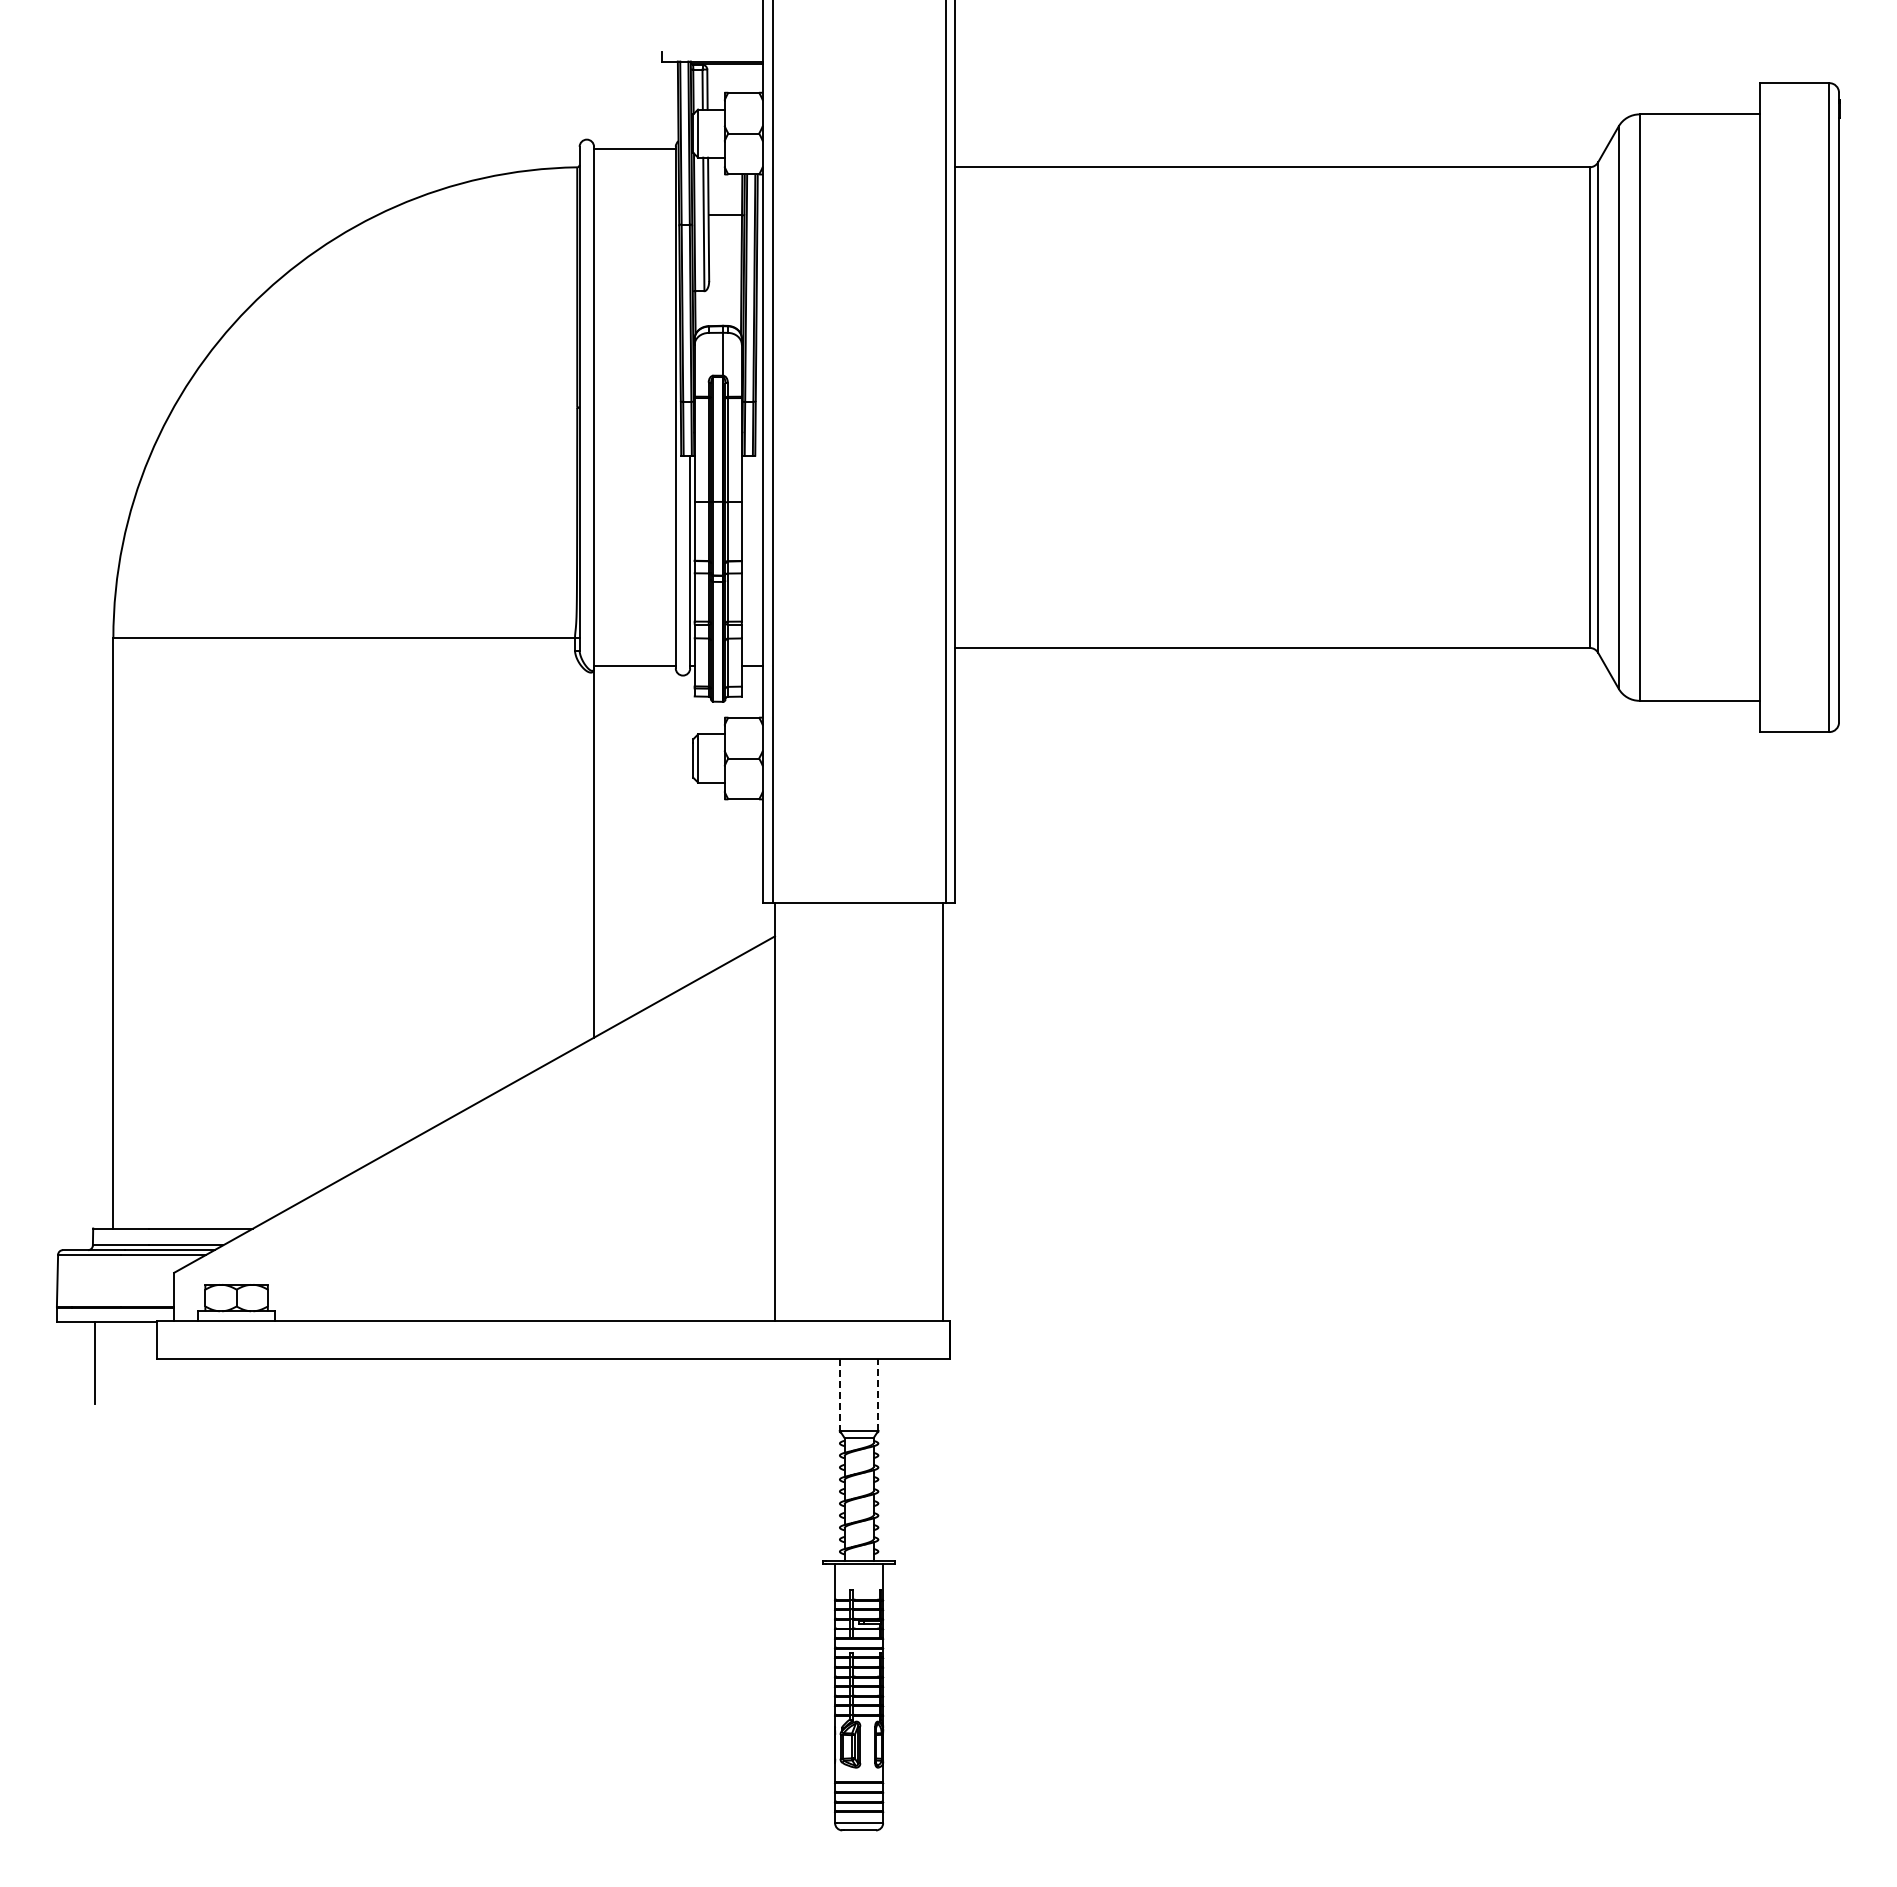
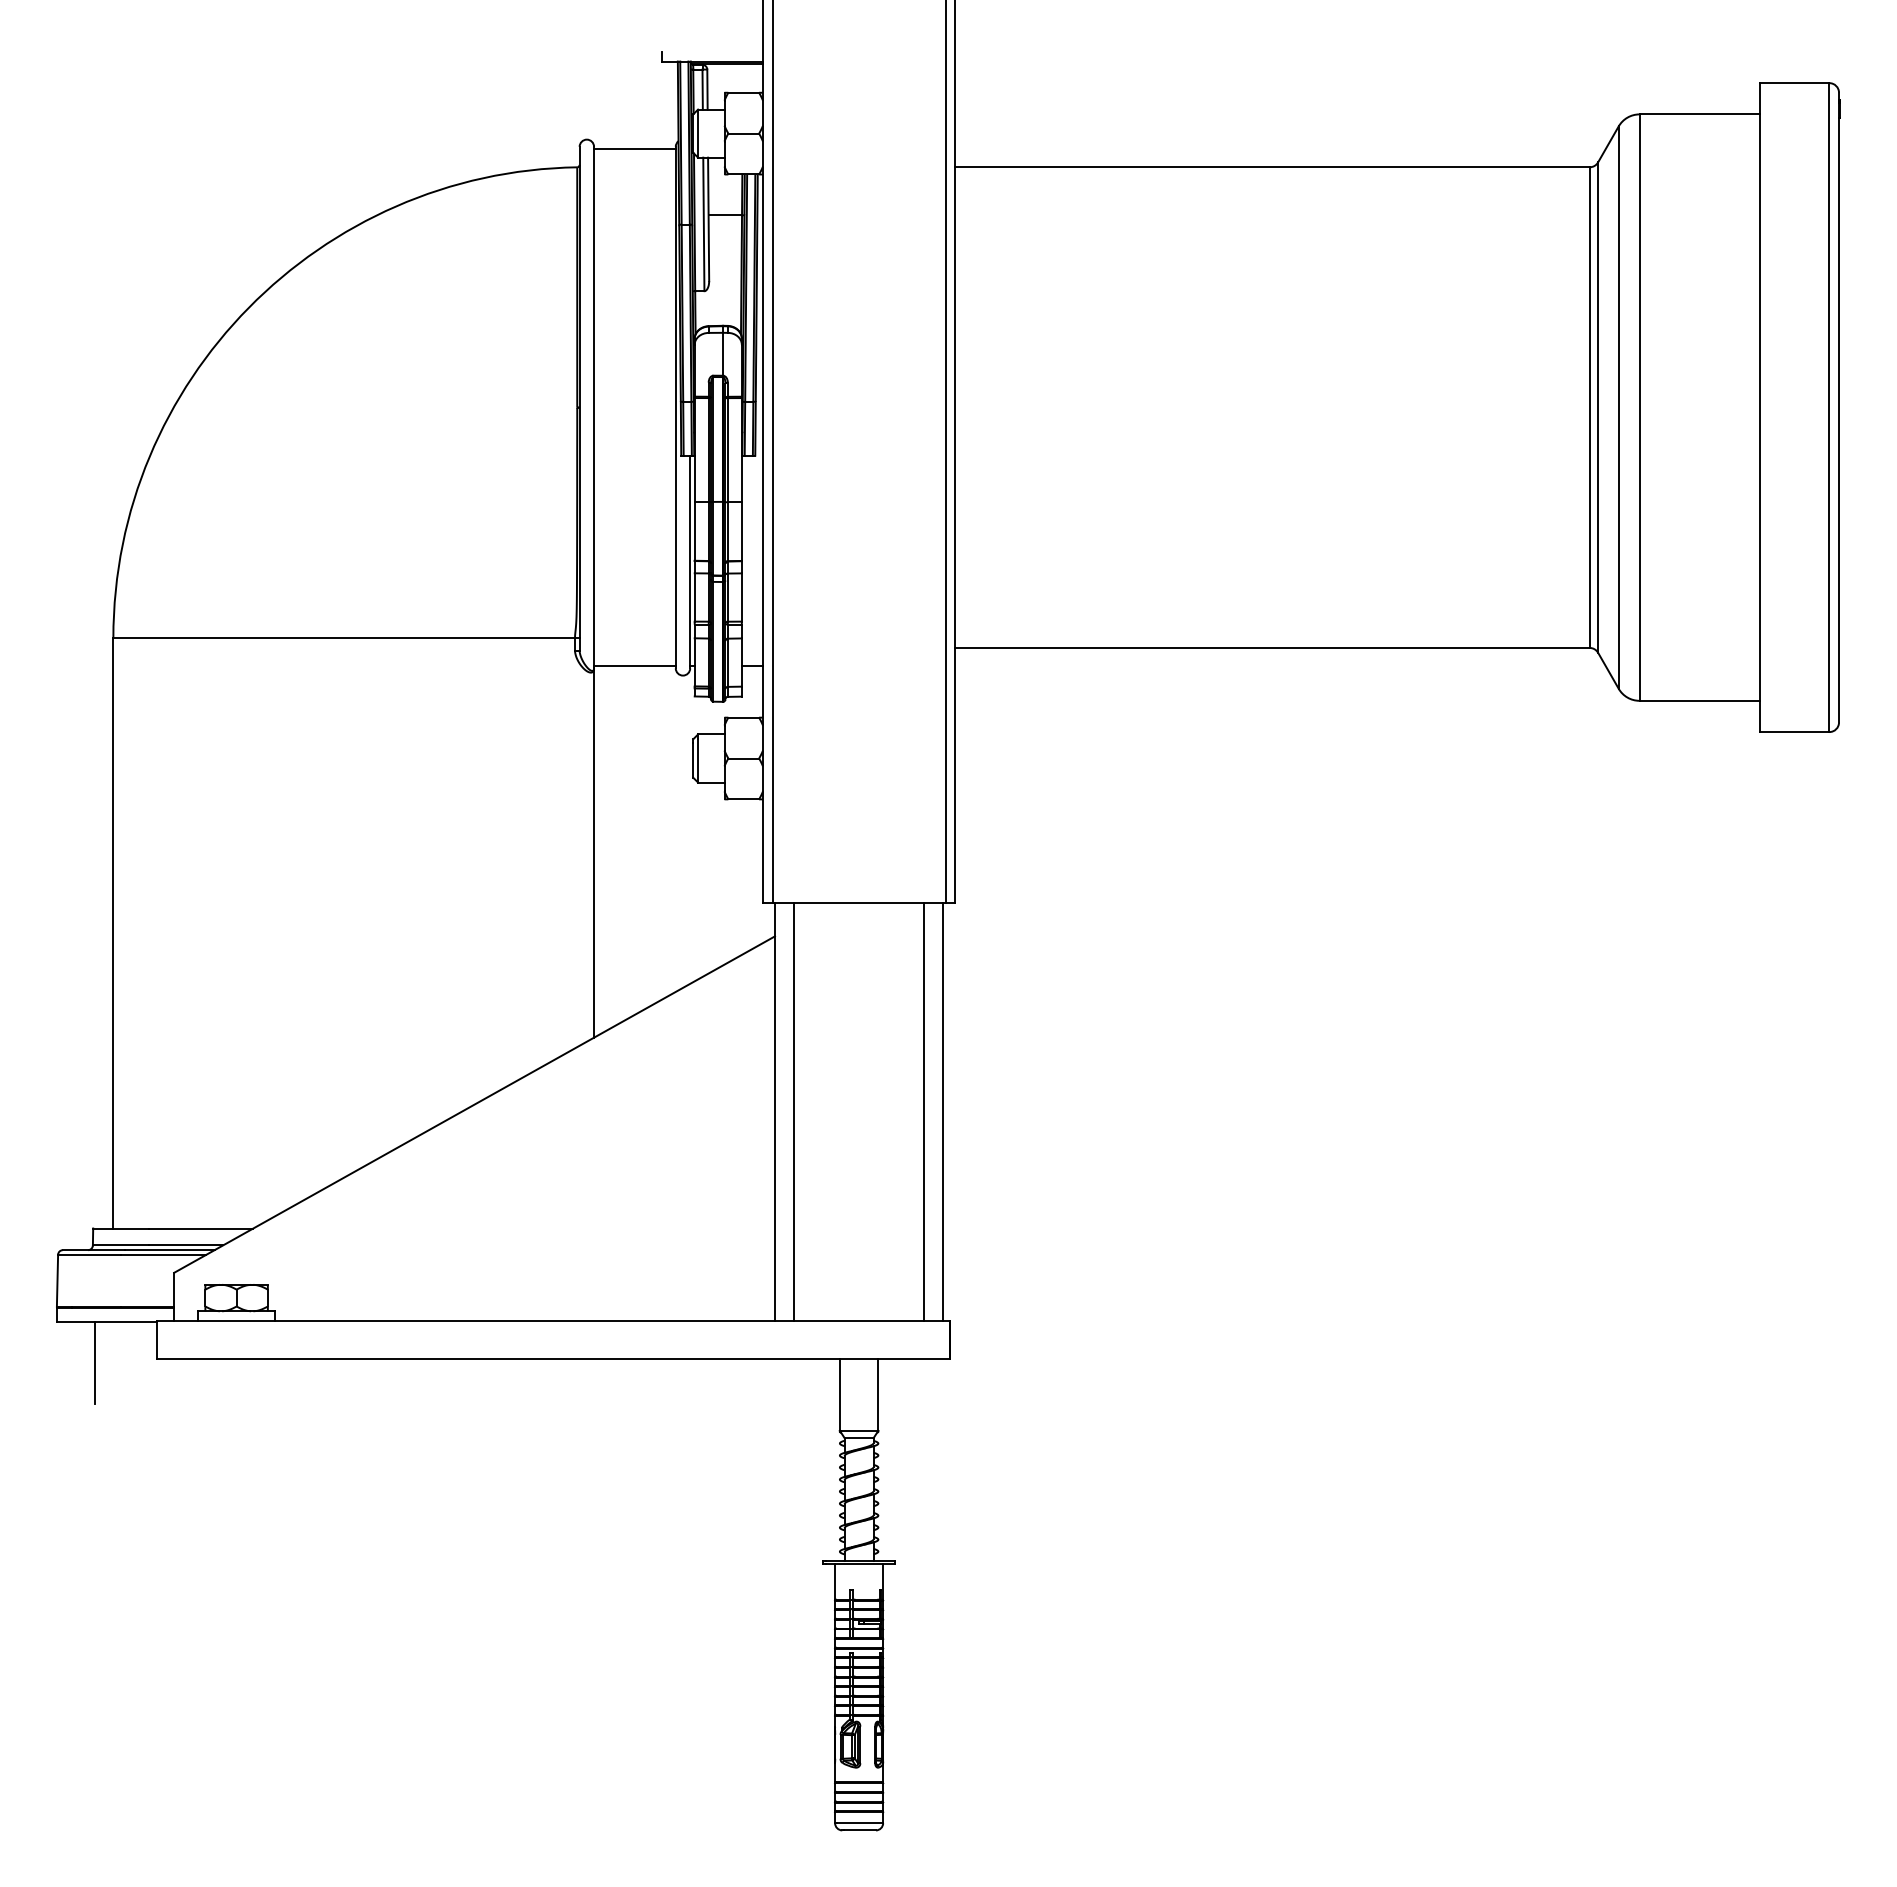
line at (794, 1111): none -> present
line at (924, 1111): none -> present
line at (839, 1395): dashed -> solid
line at (878, 1395): dashed -> solid
